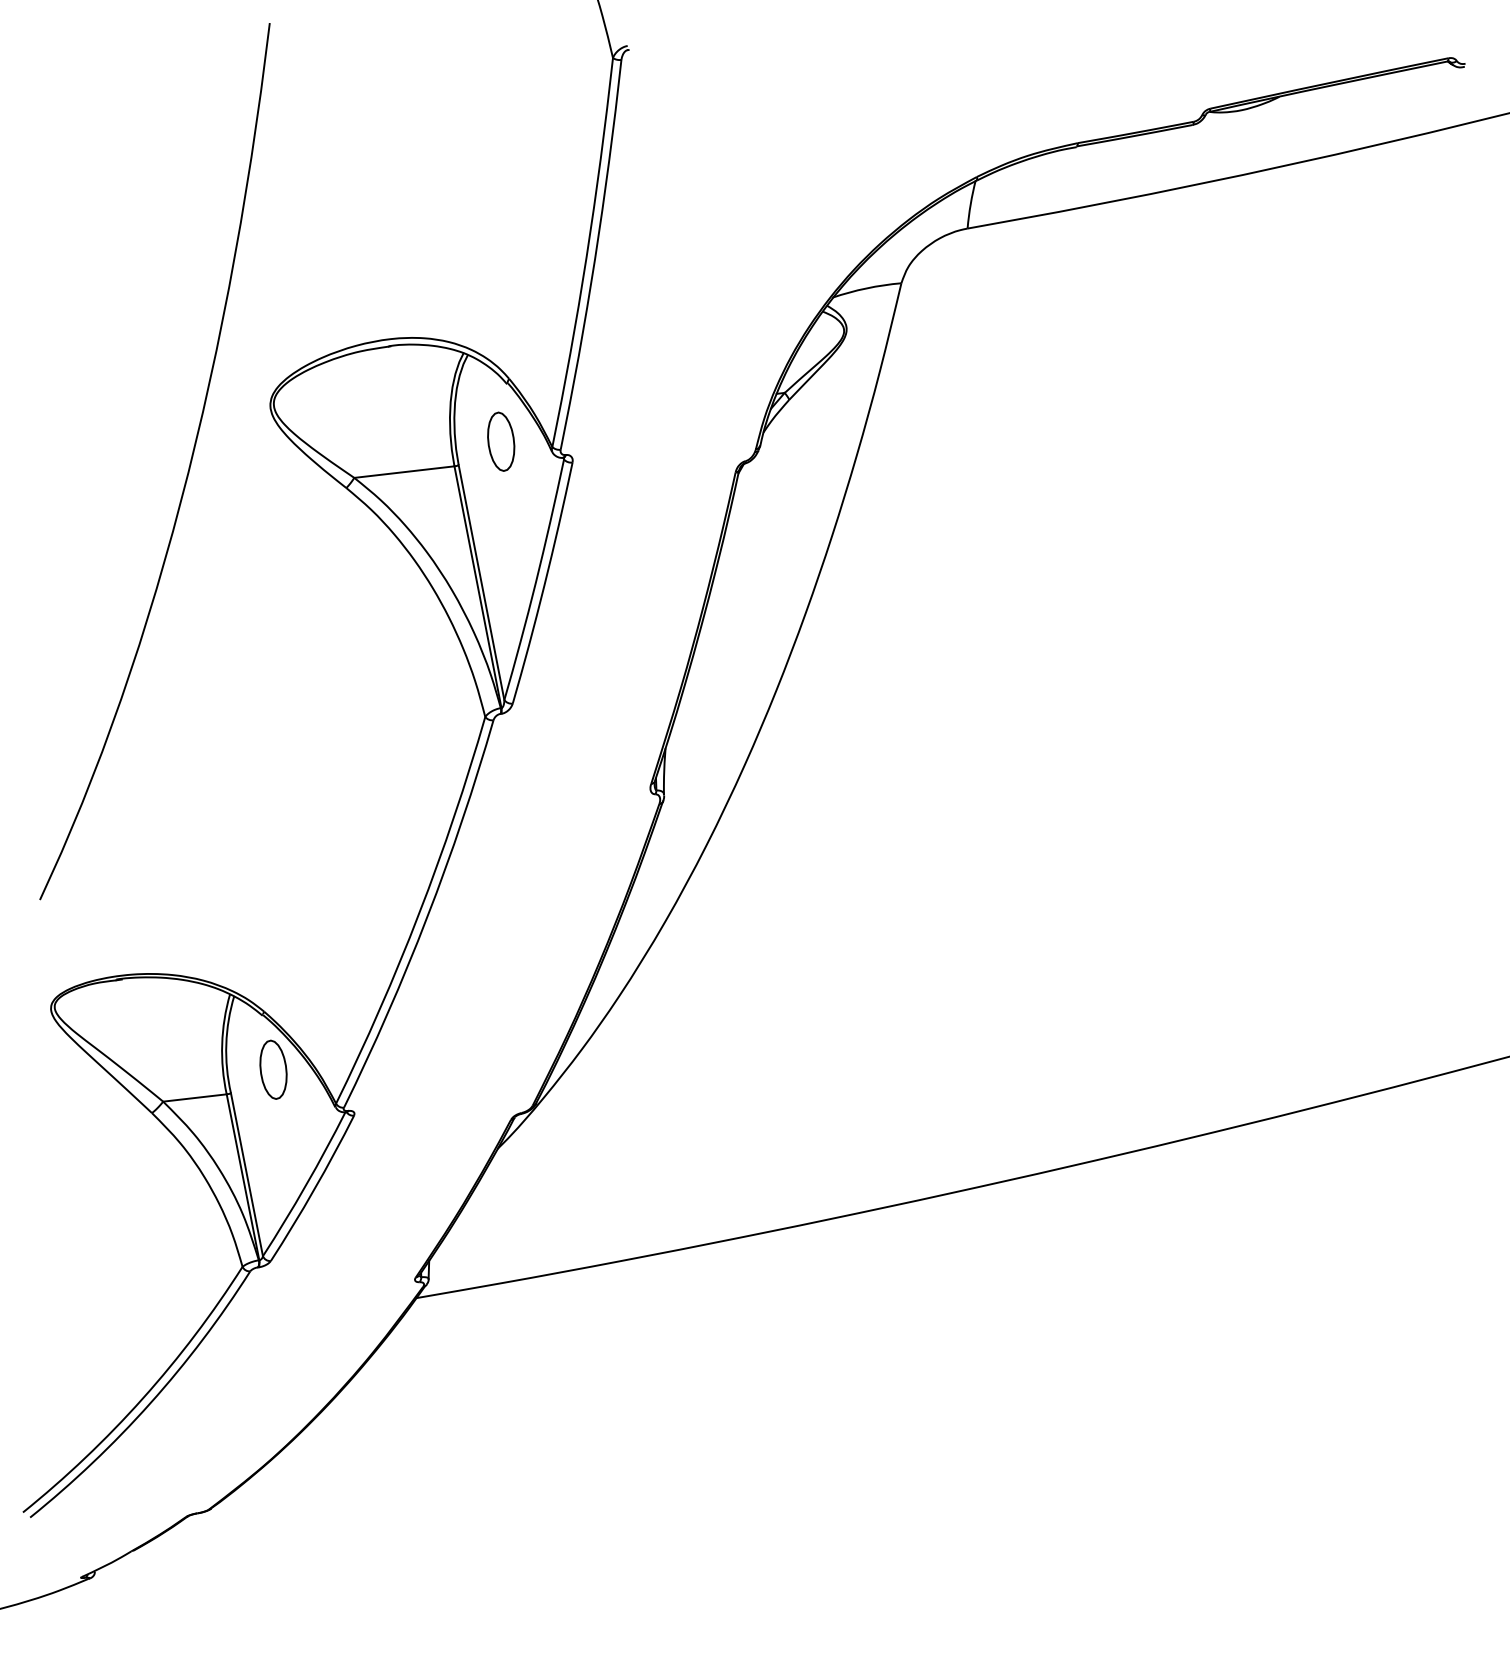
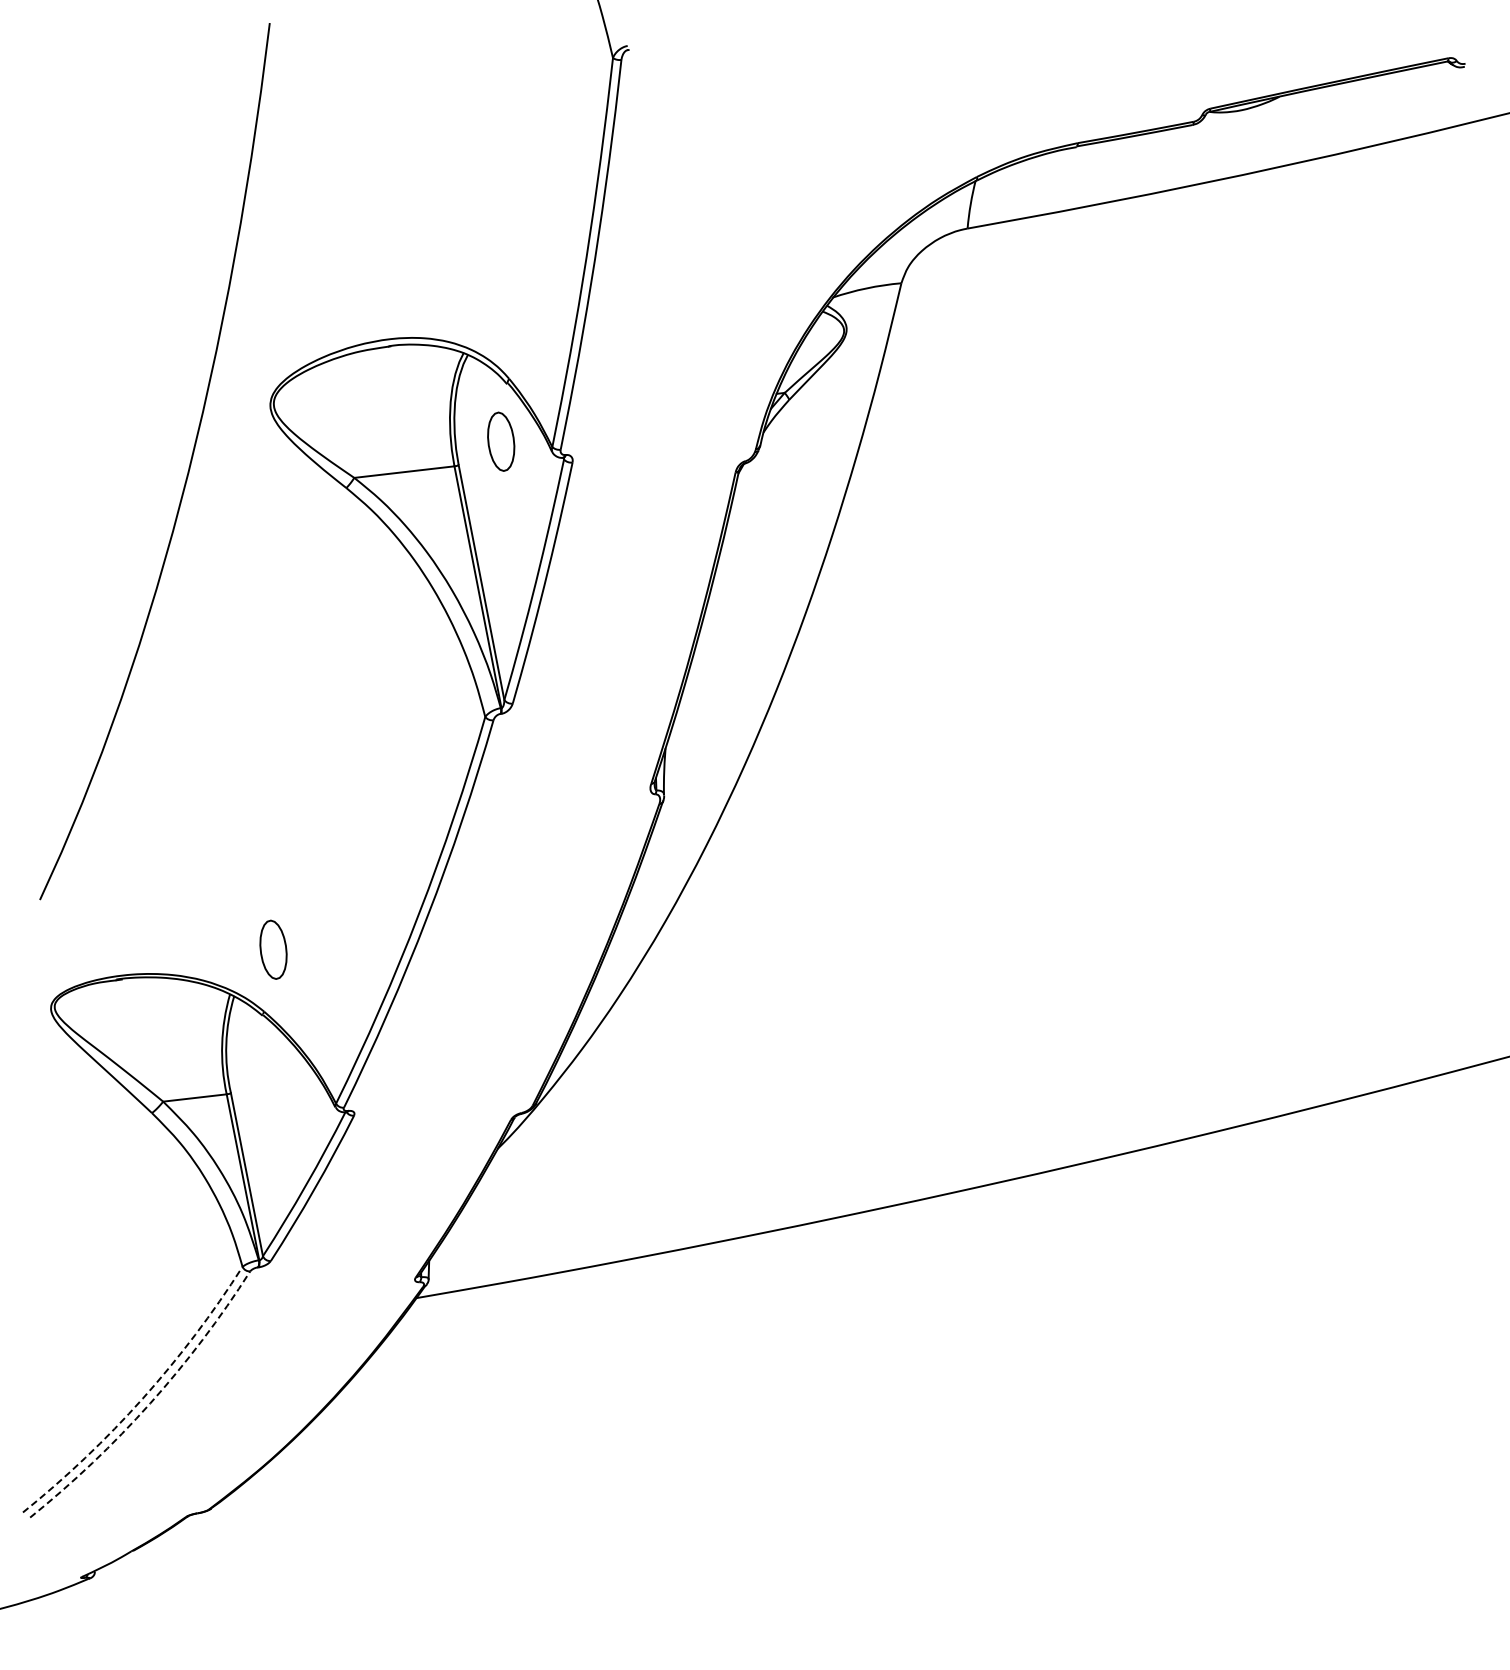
part at (273, 1069) position: (273, 1069) -> (273, 949)
arc at (142, 1398): solid -> dashed
arc at (150, 1403): solid -> dashed
